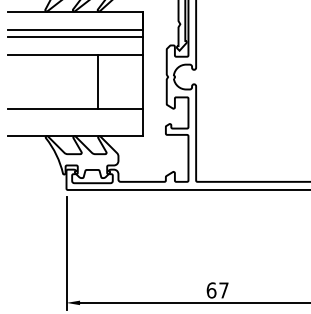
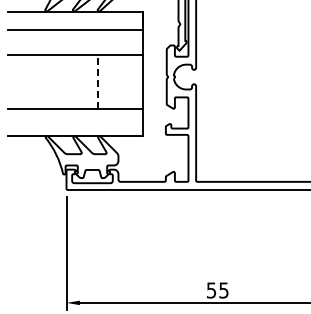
line at (75, 36): present -> none
line at (98, 81): solid -> dashed
text at (217, 290): 67 -> 55
